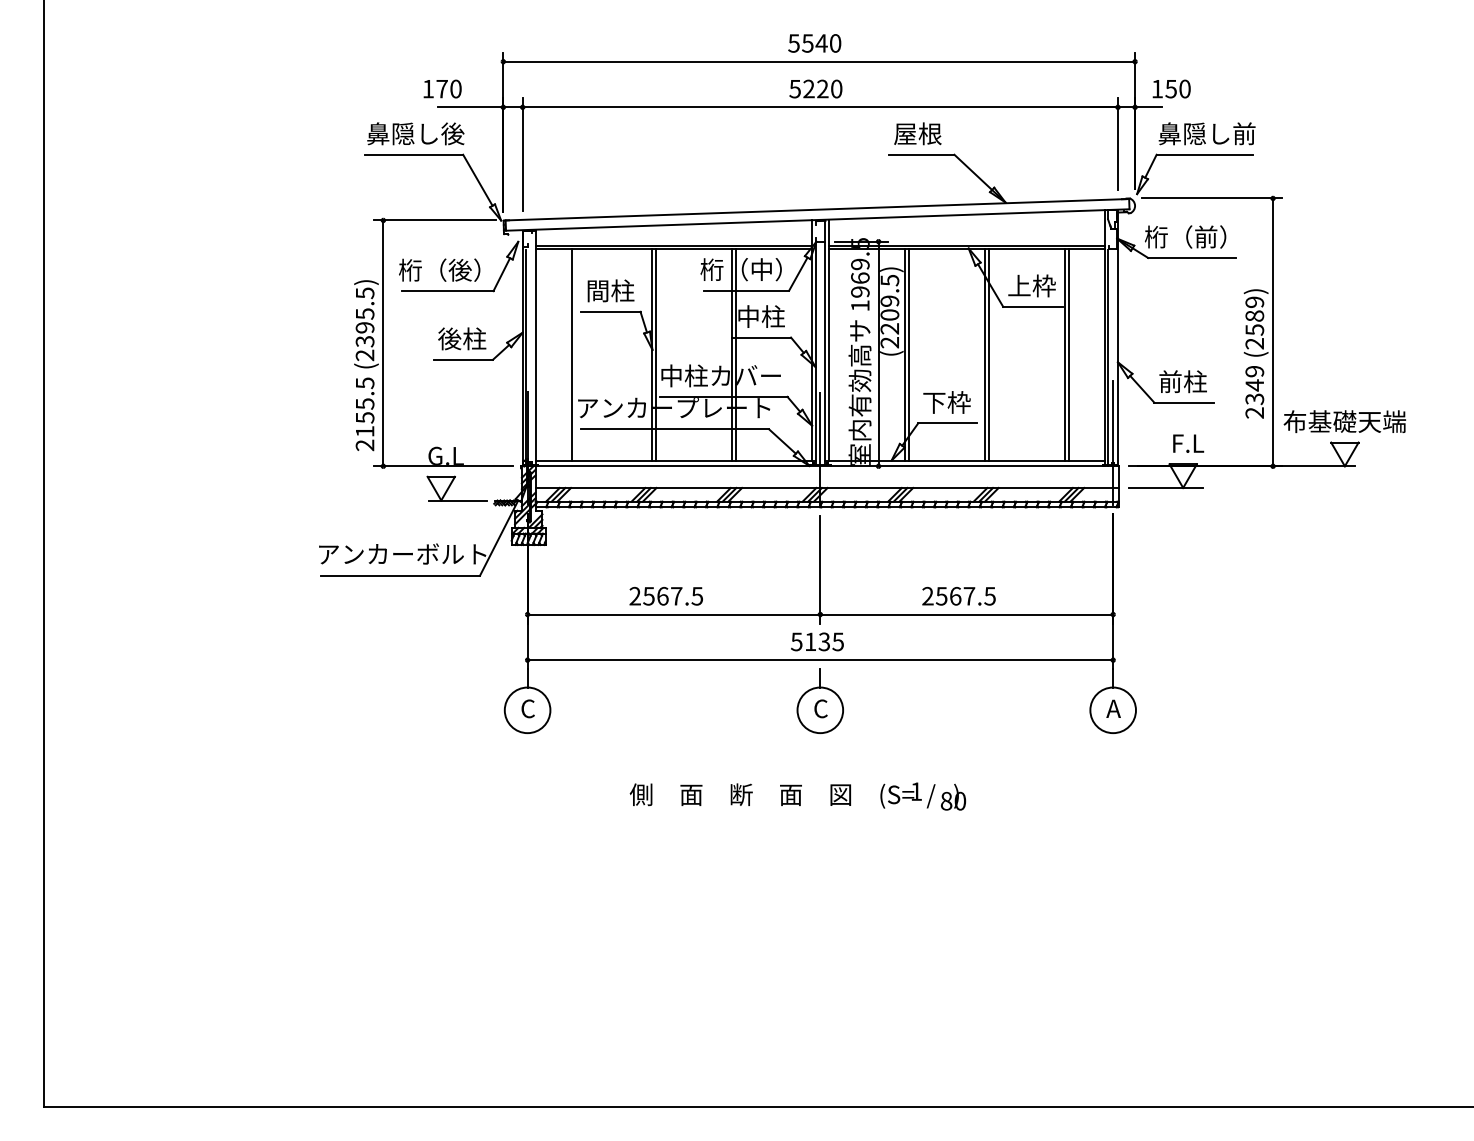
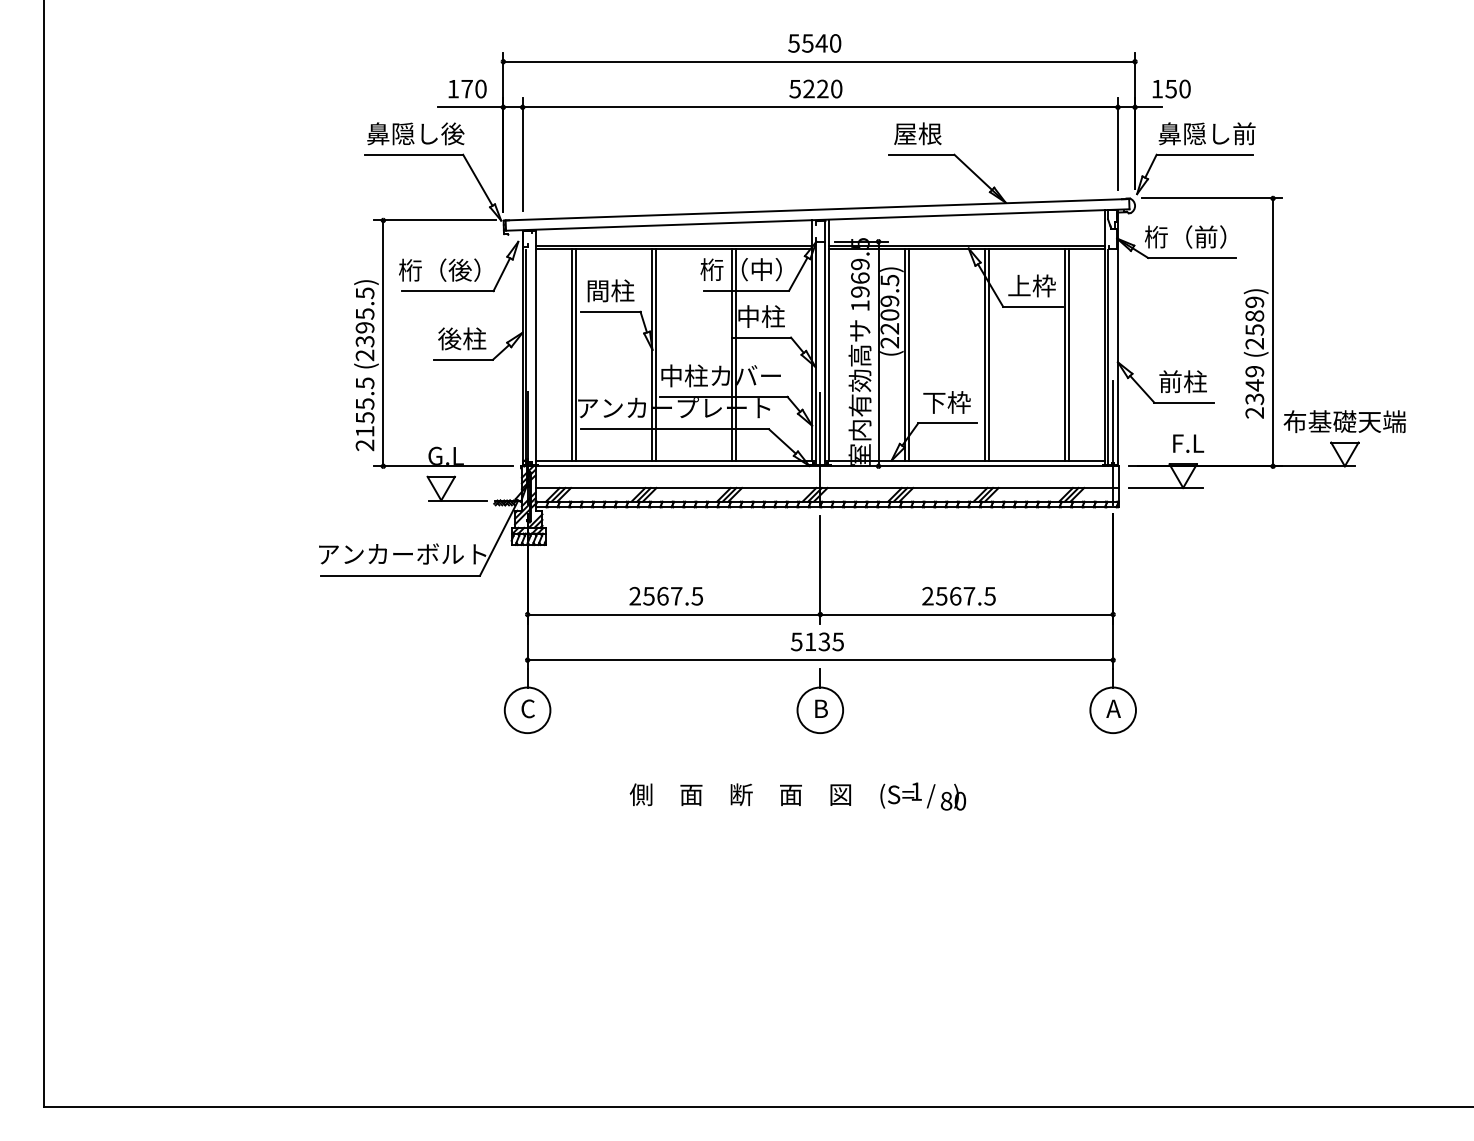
text at (442, 88) position: (442, 88) -> (467, 88)
line at (576, 354): none -> present
text at (820, 708): C -> B
